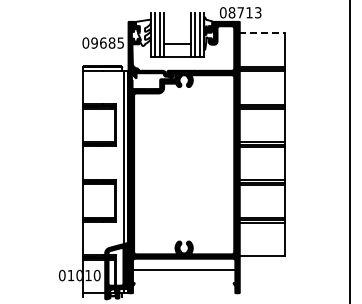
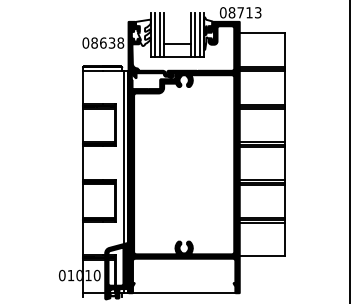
line at (261, 33): dashed -> solid
text at (107, 42): 09685 -> 08638
line at (183, 270) position: (183, 270) -> (183, 293)
